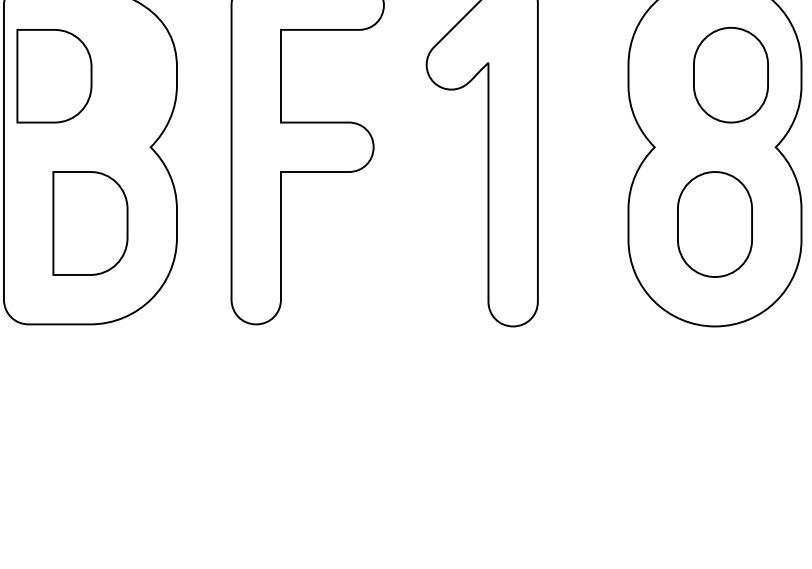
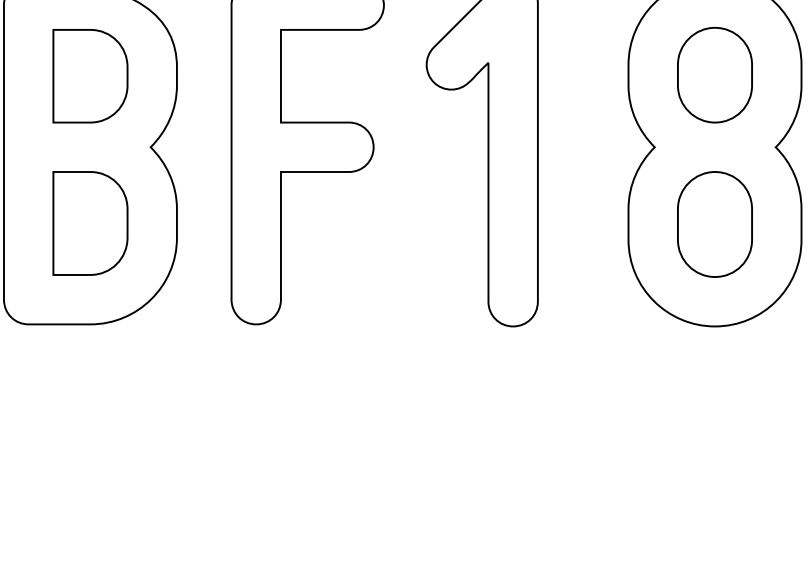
part at (730, 74) position: (730, 74) -> (714, 74)
part at (54, 76) position: (54, 76) -> (90, 76)
